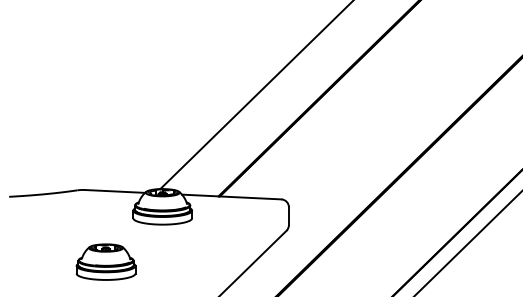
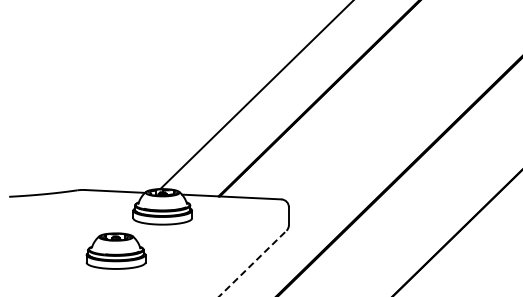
line at (467, 243): present -> none
part at (105, 261) position: (105, 261) -> (115, 250)
line at (253, 263): solid -> dashed
